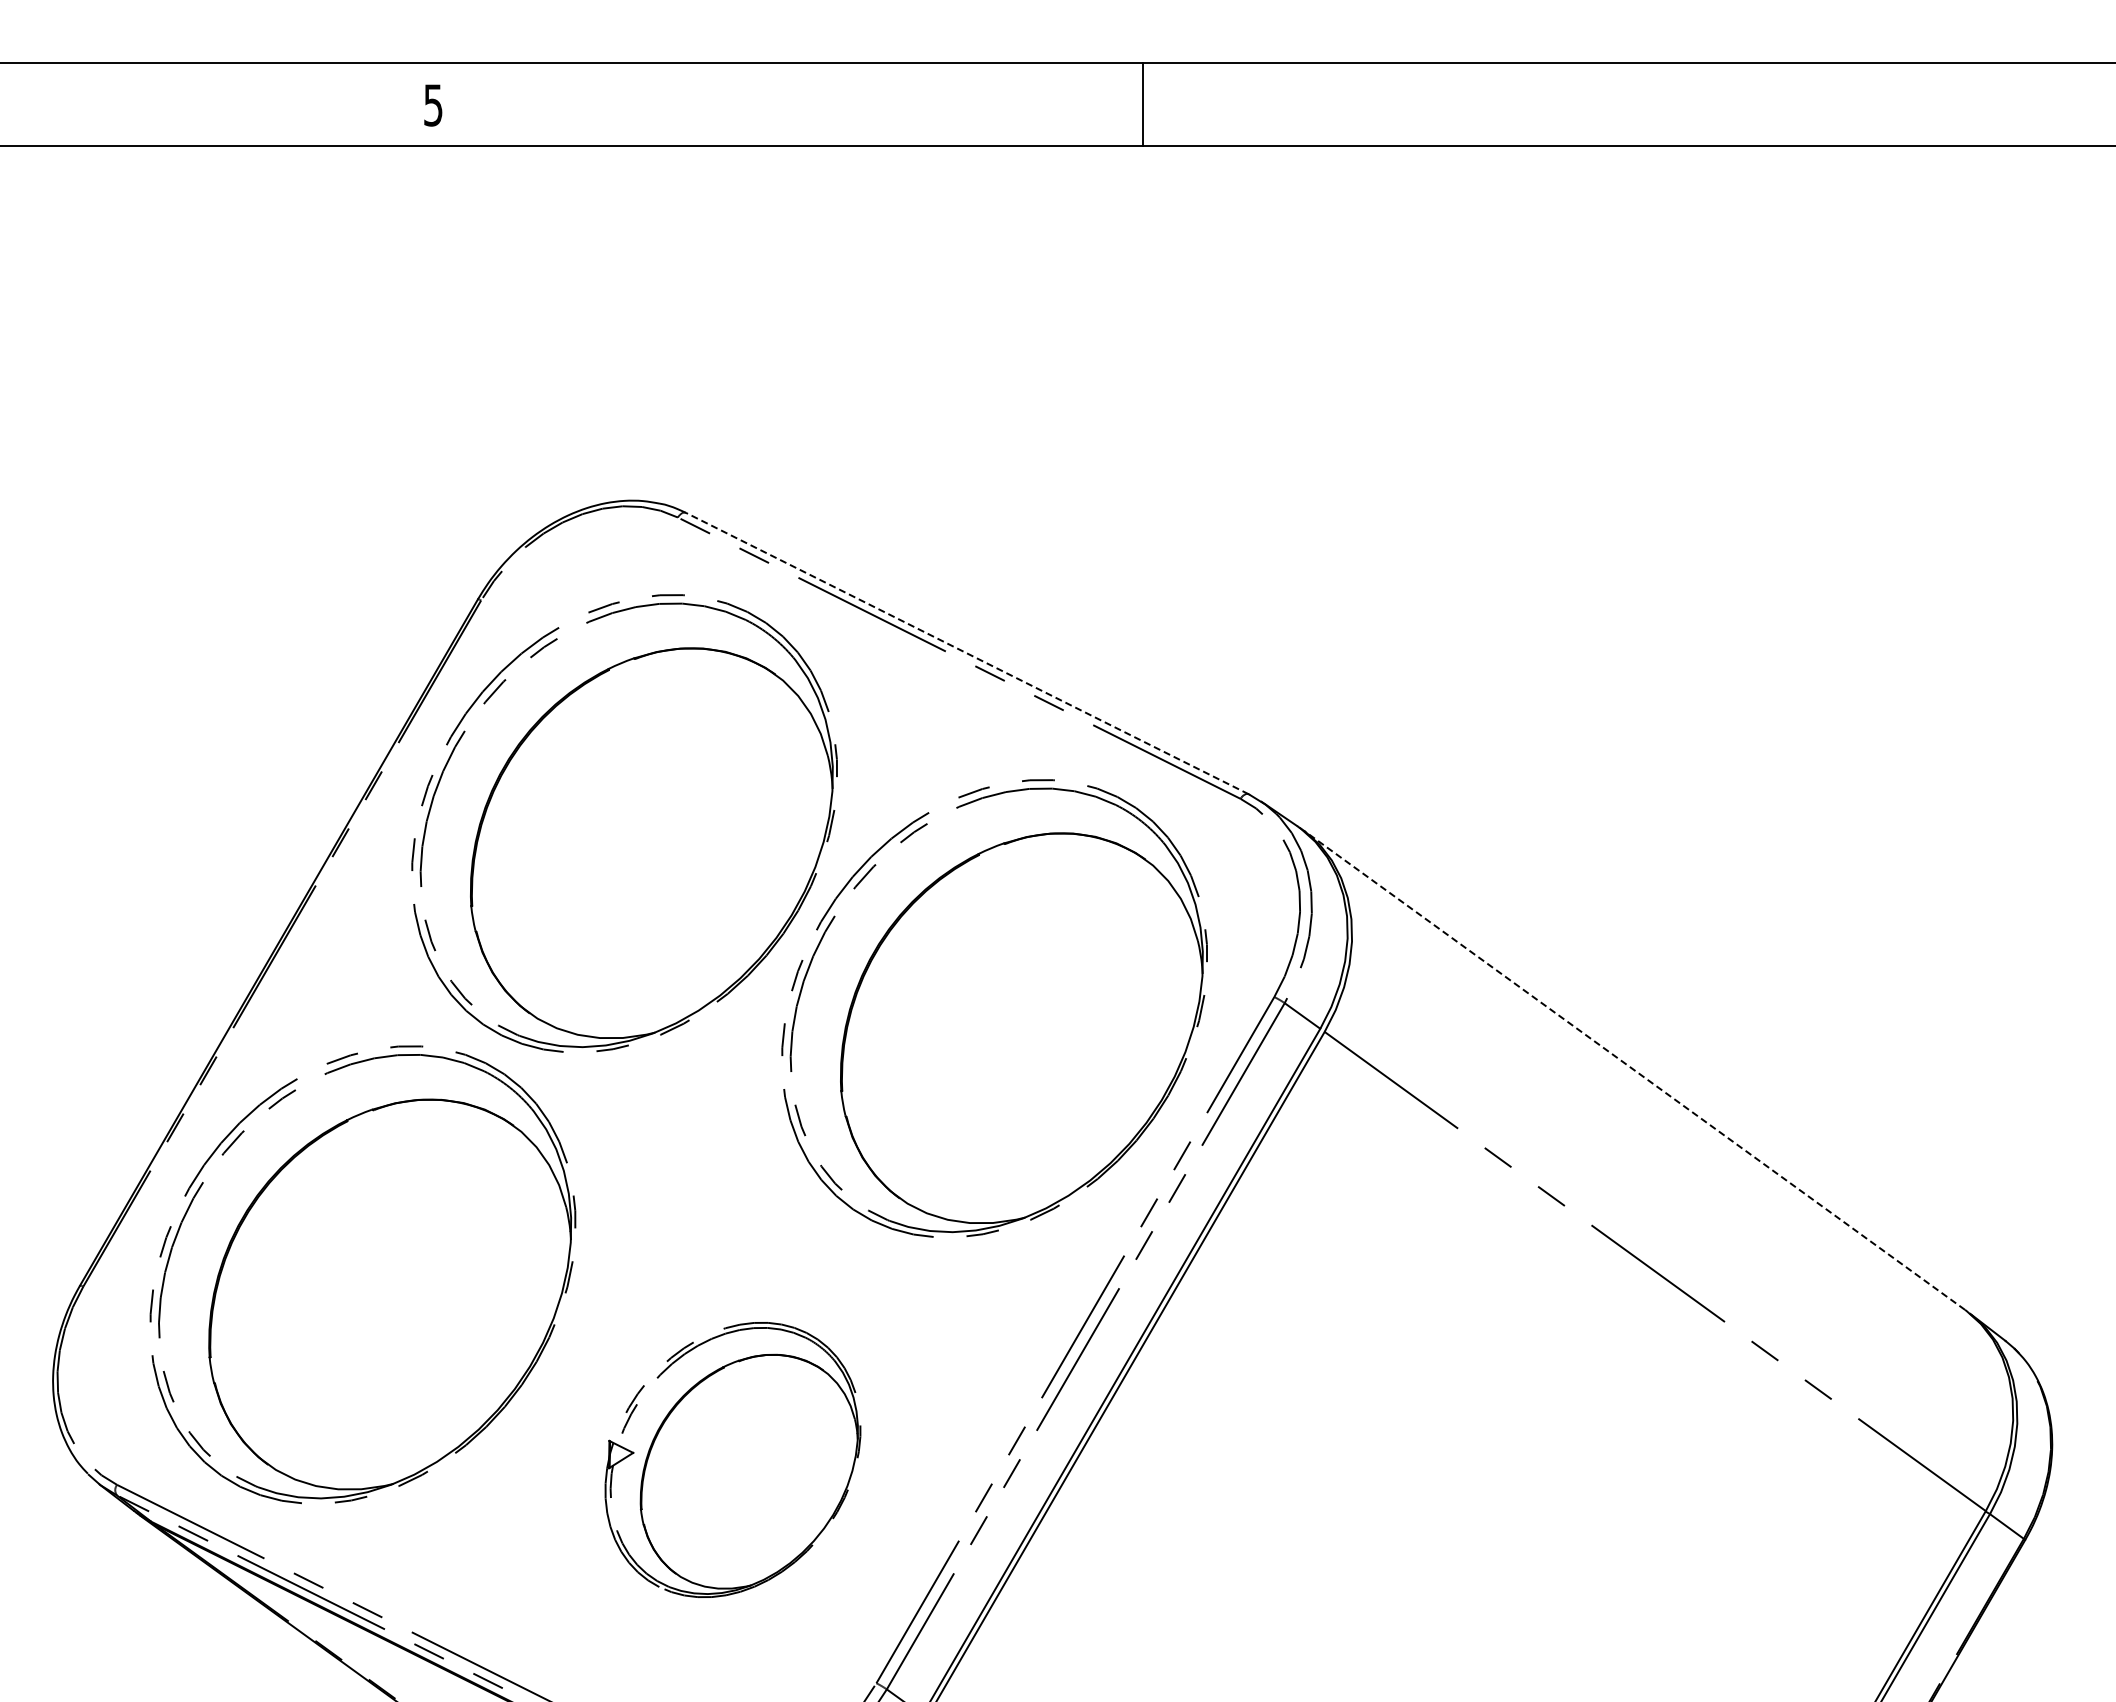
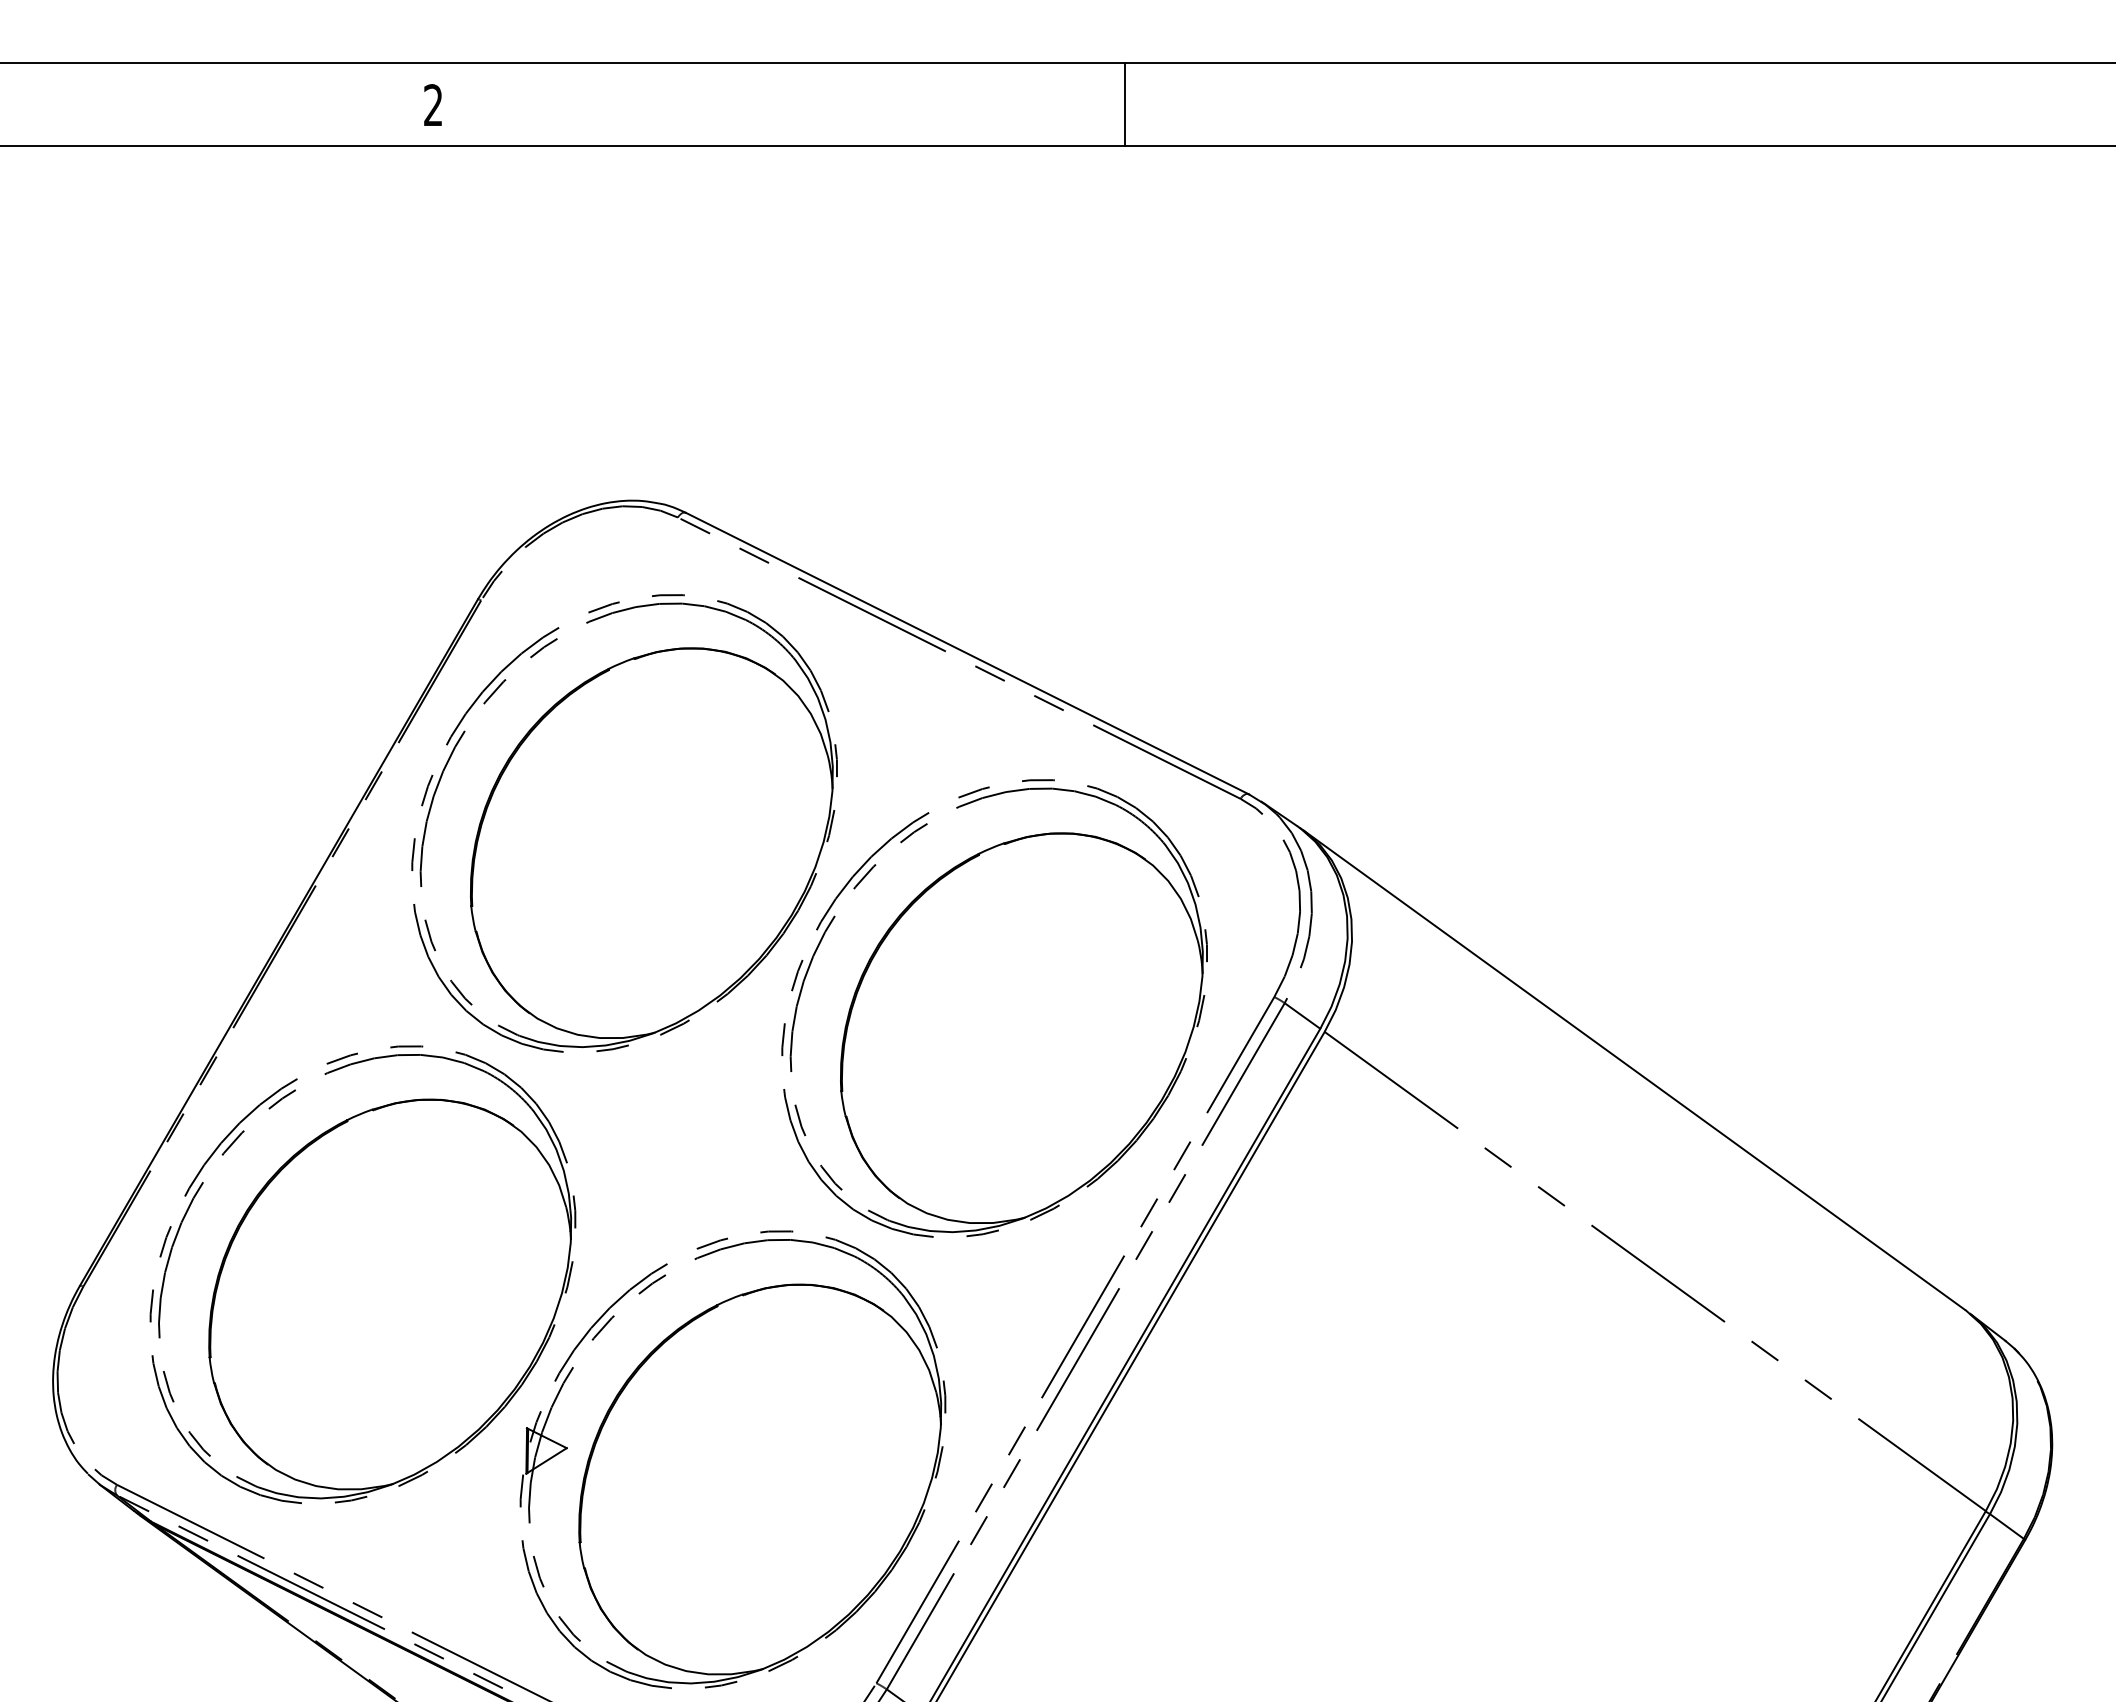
line at (1142, 104) position: (1142, 104) -> (1124, 104)
text at (433, 105): 5 -> 2
line at (967, 653): dashed -> solid
line at (1634, 1069): dashed -> solid
part at (732, 1459) size: 258x276 px -> 428x460 px
